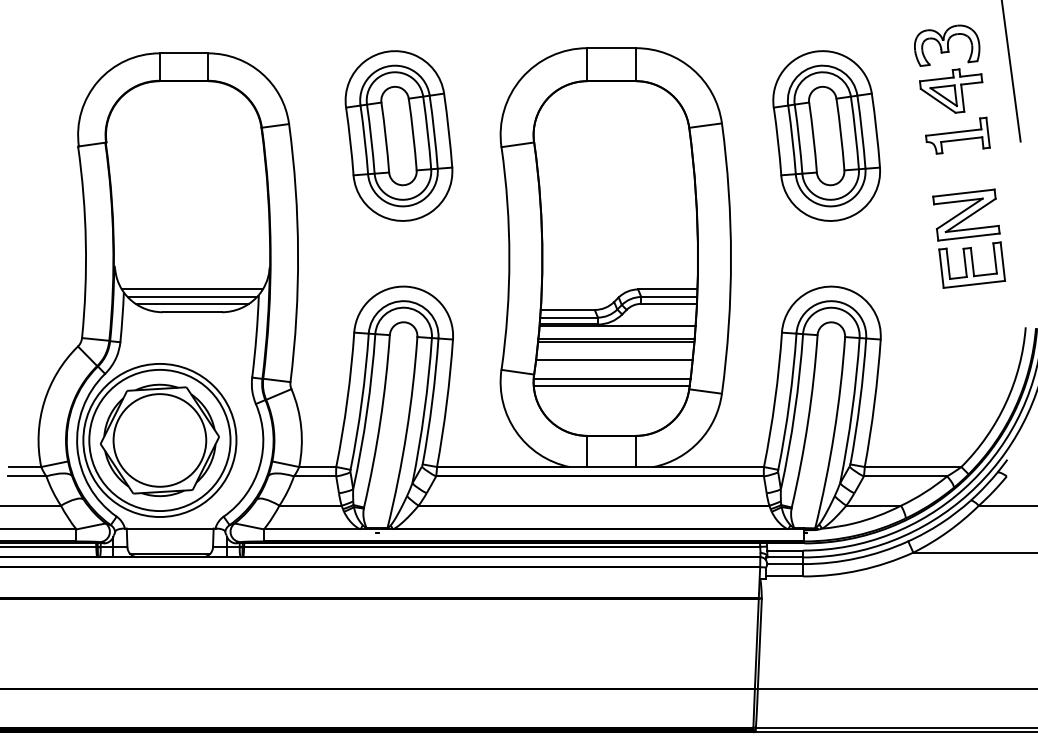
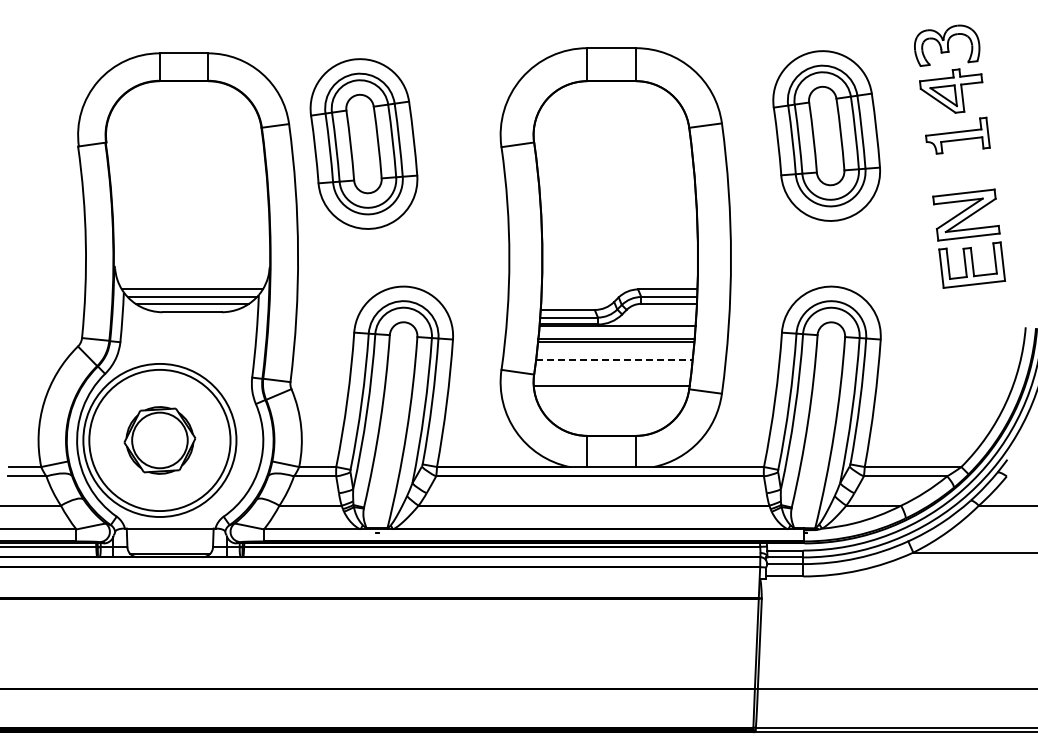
line at (1011, 71): present -> none
part at (398, 135) position: (398, 135) -> (363, 143)
line at (614, 359): solid -> dashed
line at (611, 378): present -> none
part at (159, 440) size: 120x115 px -> 74x69 px
